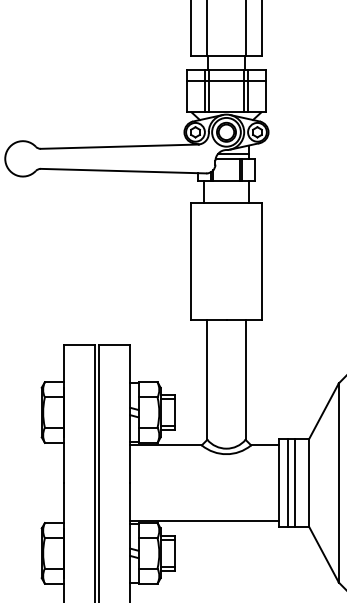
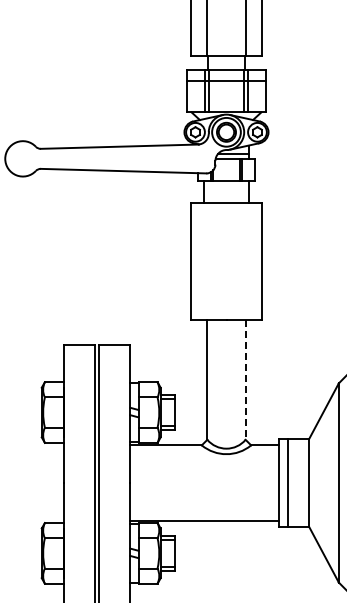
line at (245, 380): solid -> dashed
line at (294, 482): present -> none
